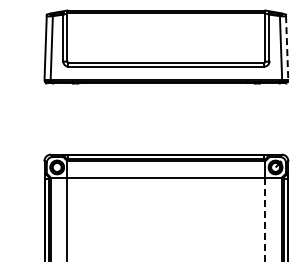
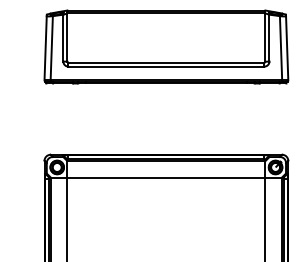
line at (287, 48): dashed -> solid
line at (265, 219): dashed -> solid
